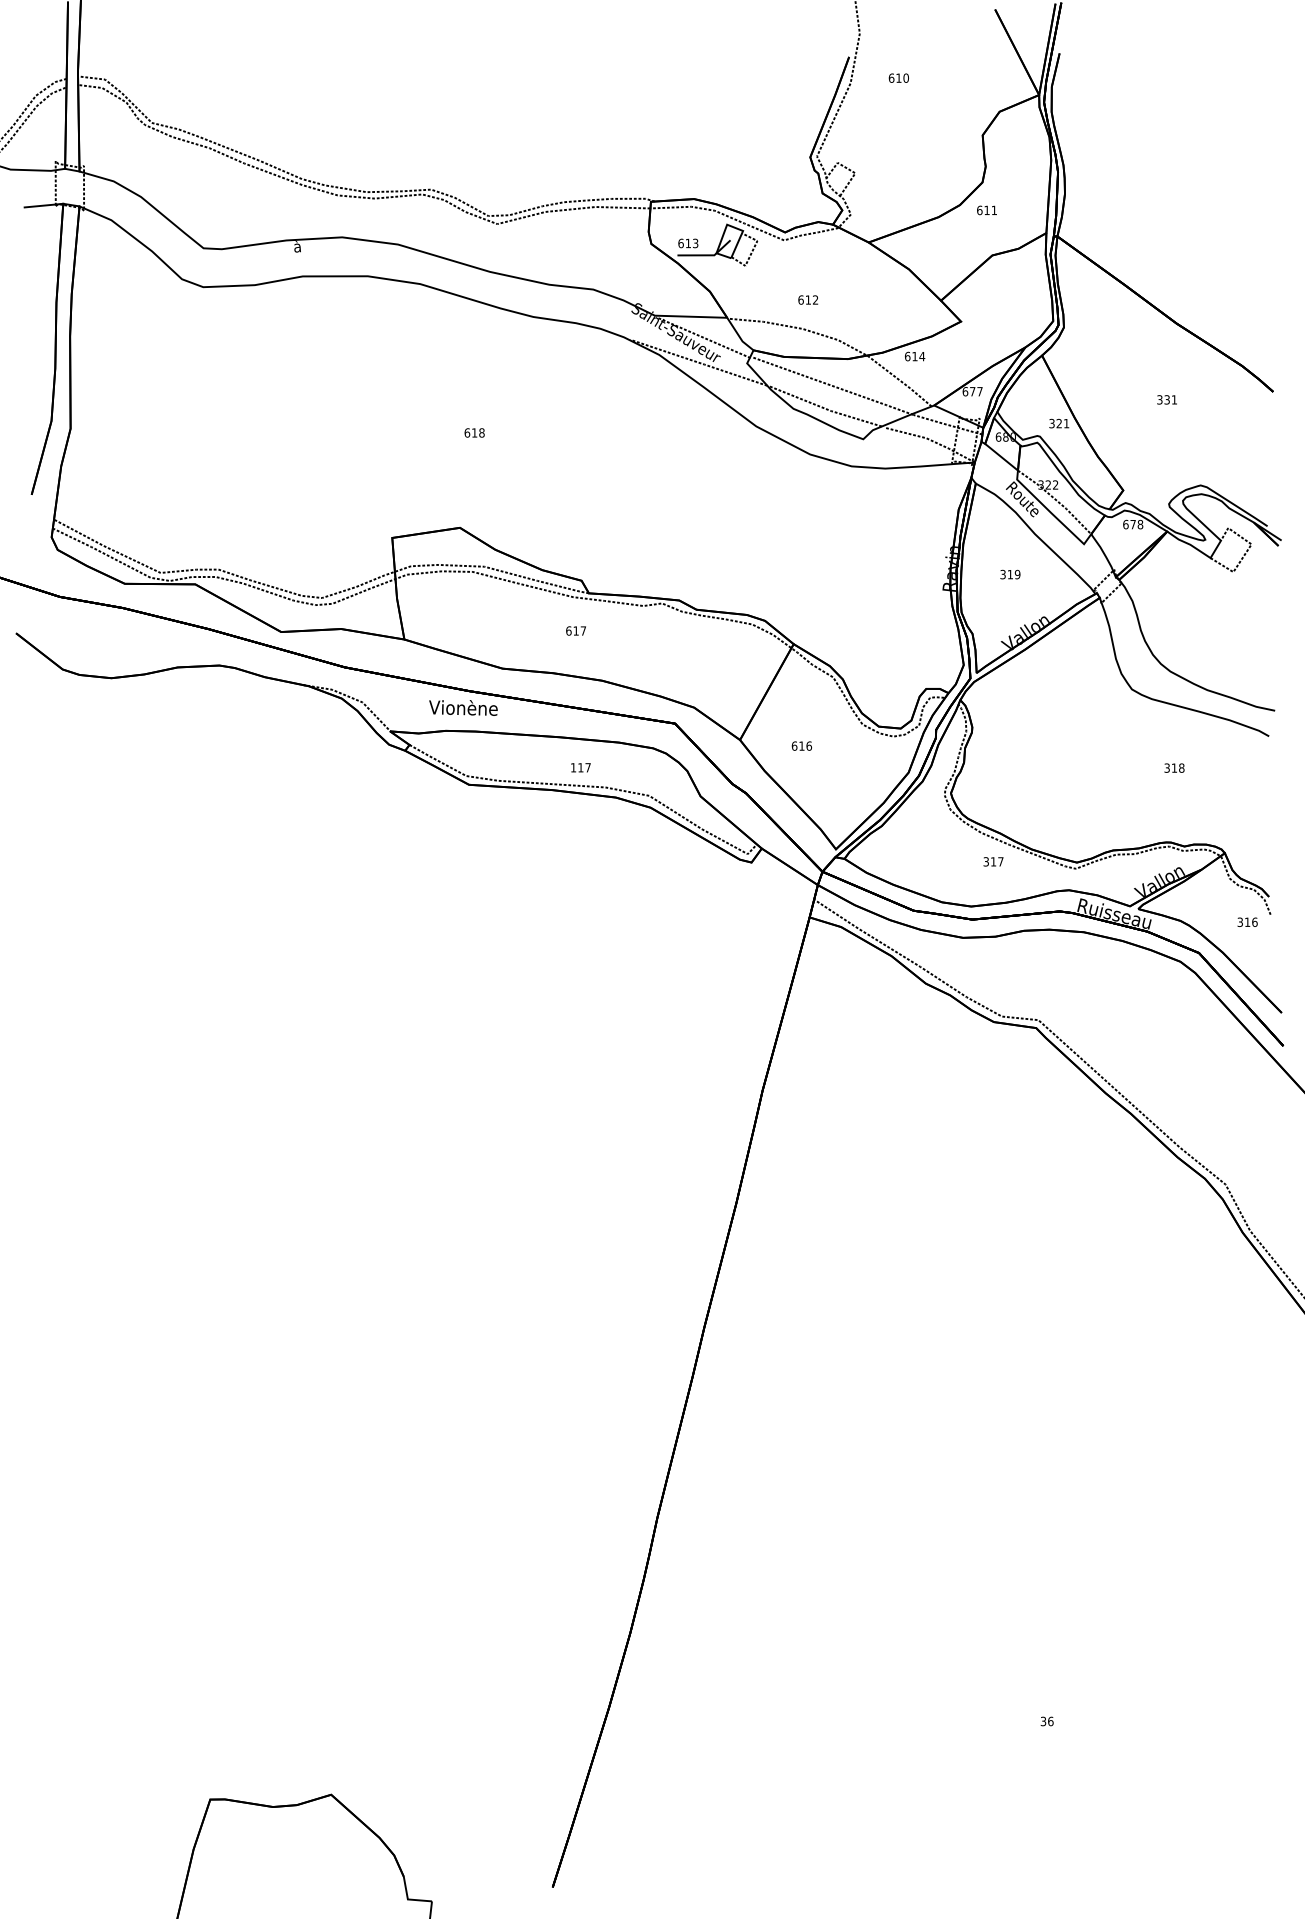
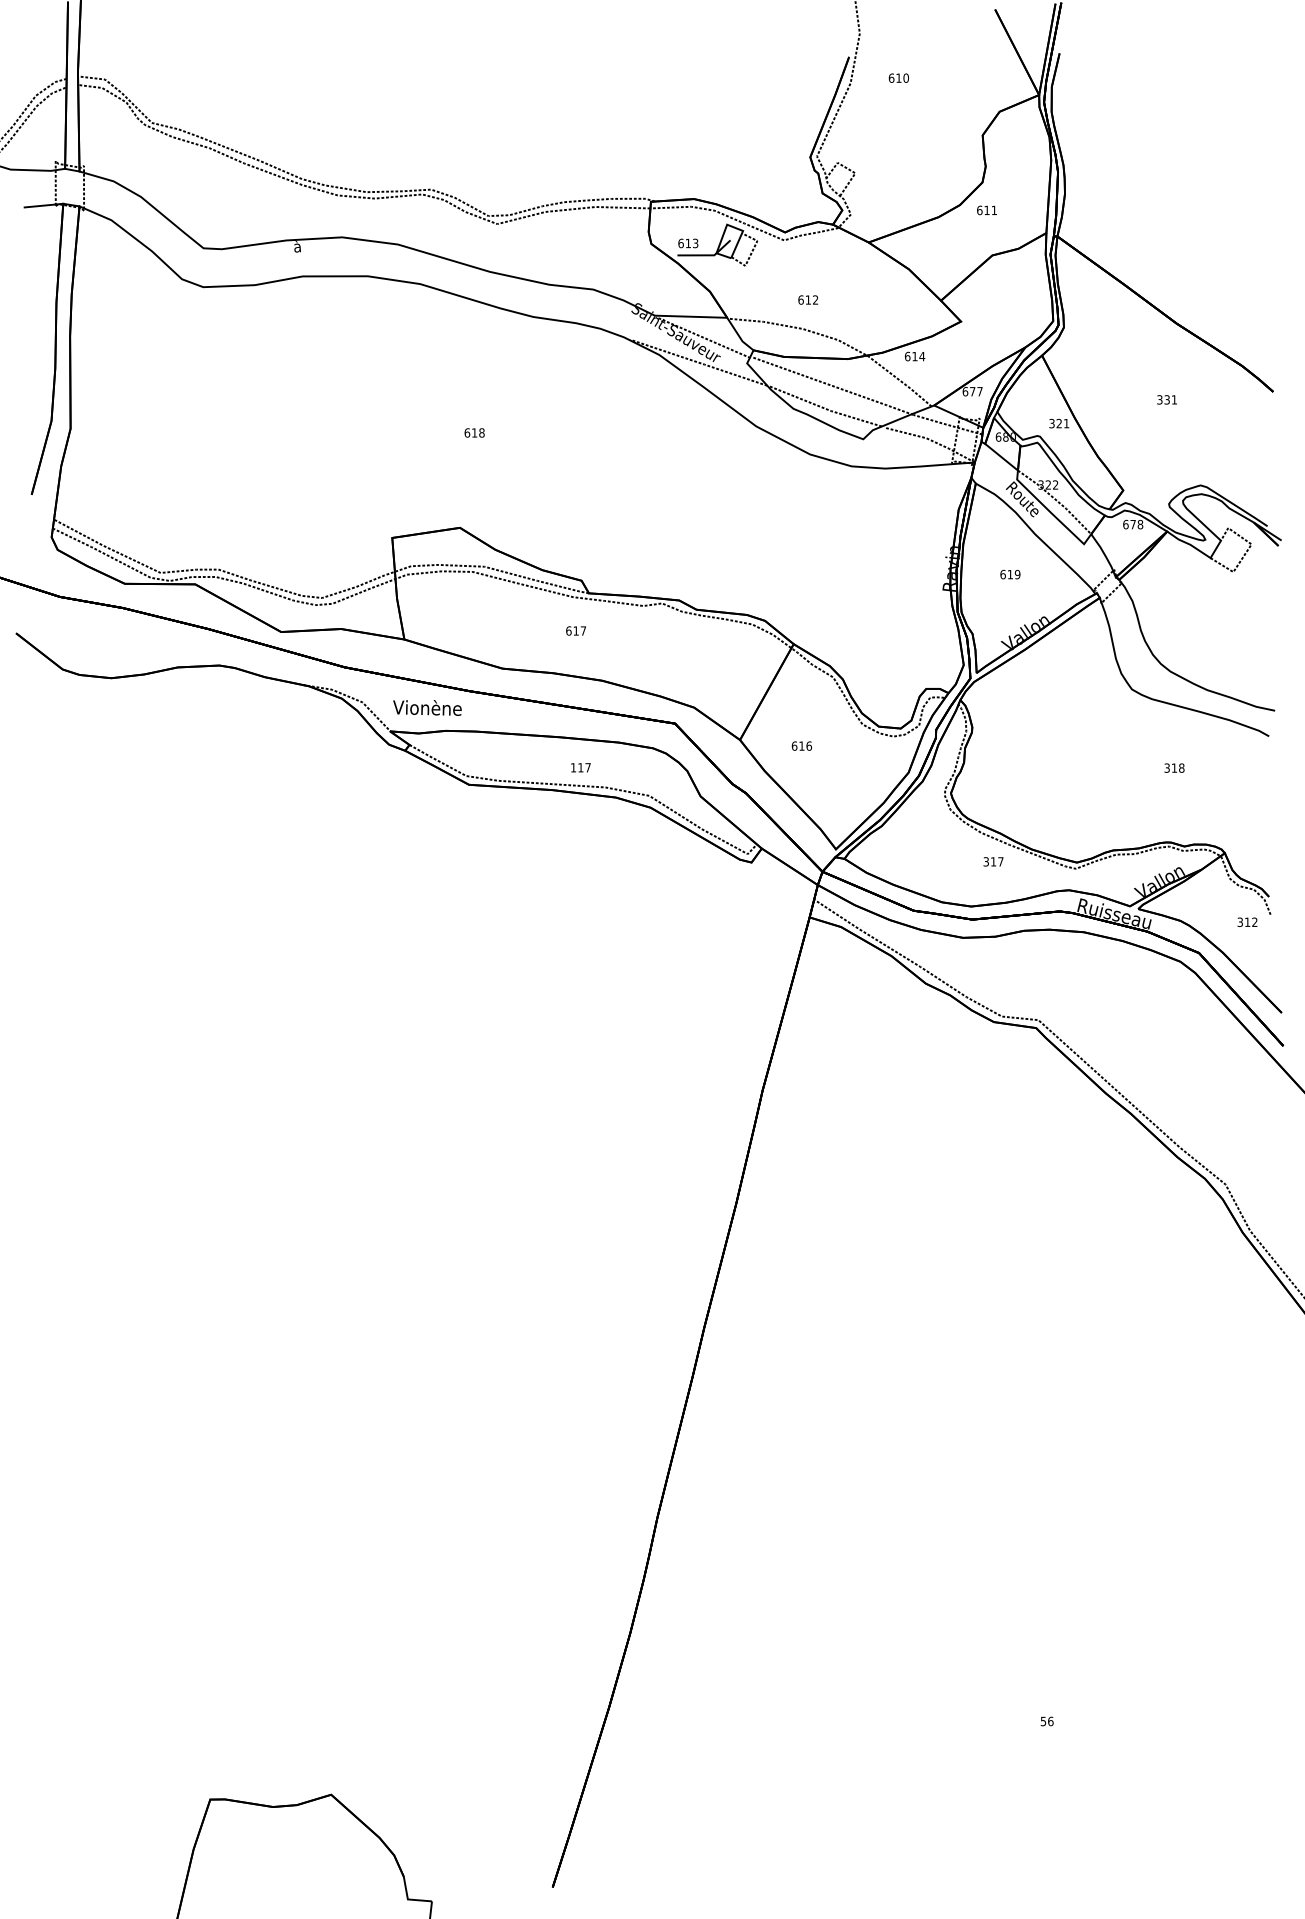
text at (1002, 574): 319 -> 619
text at (463, 707) position: (463, 707) -> (427, 707)
text at (1254, 921): 316 -> 312
text at (1043, 1720): 36 -> 56
